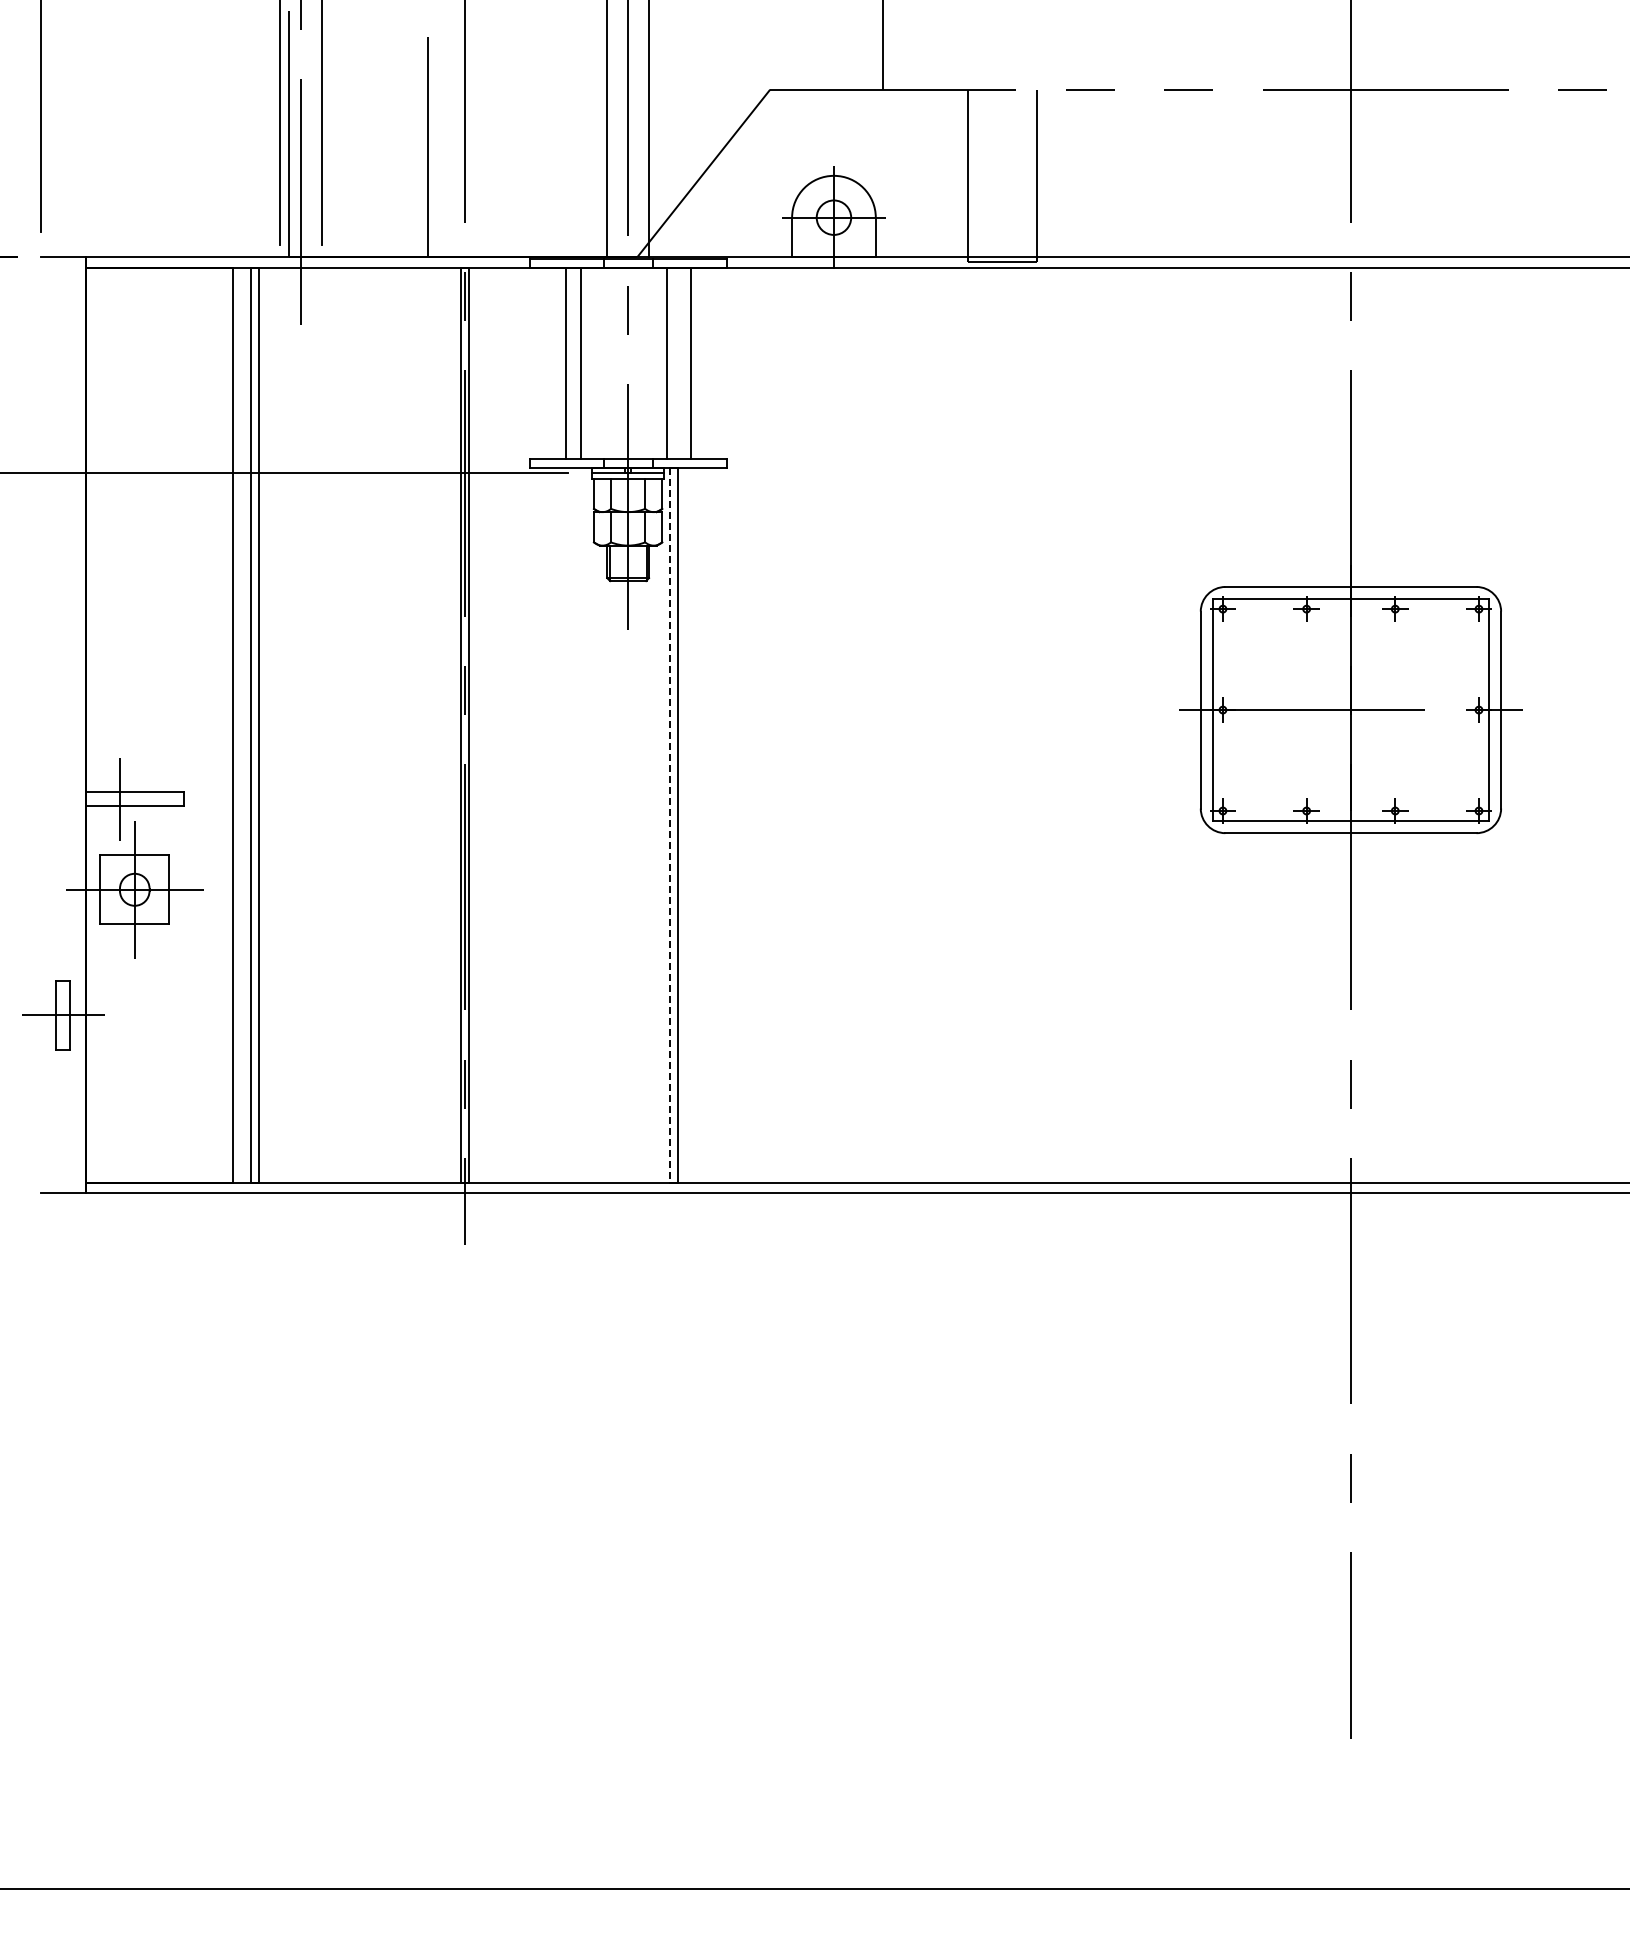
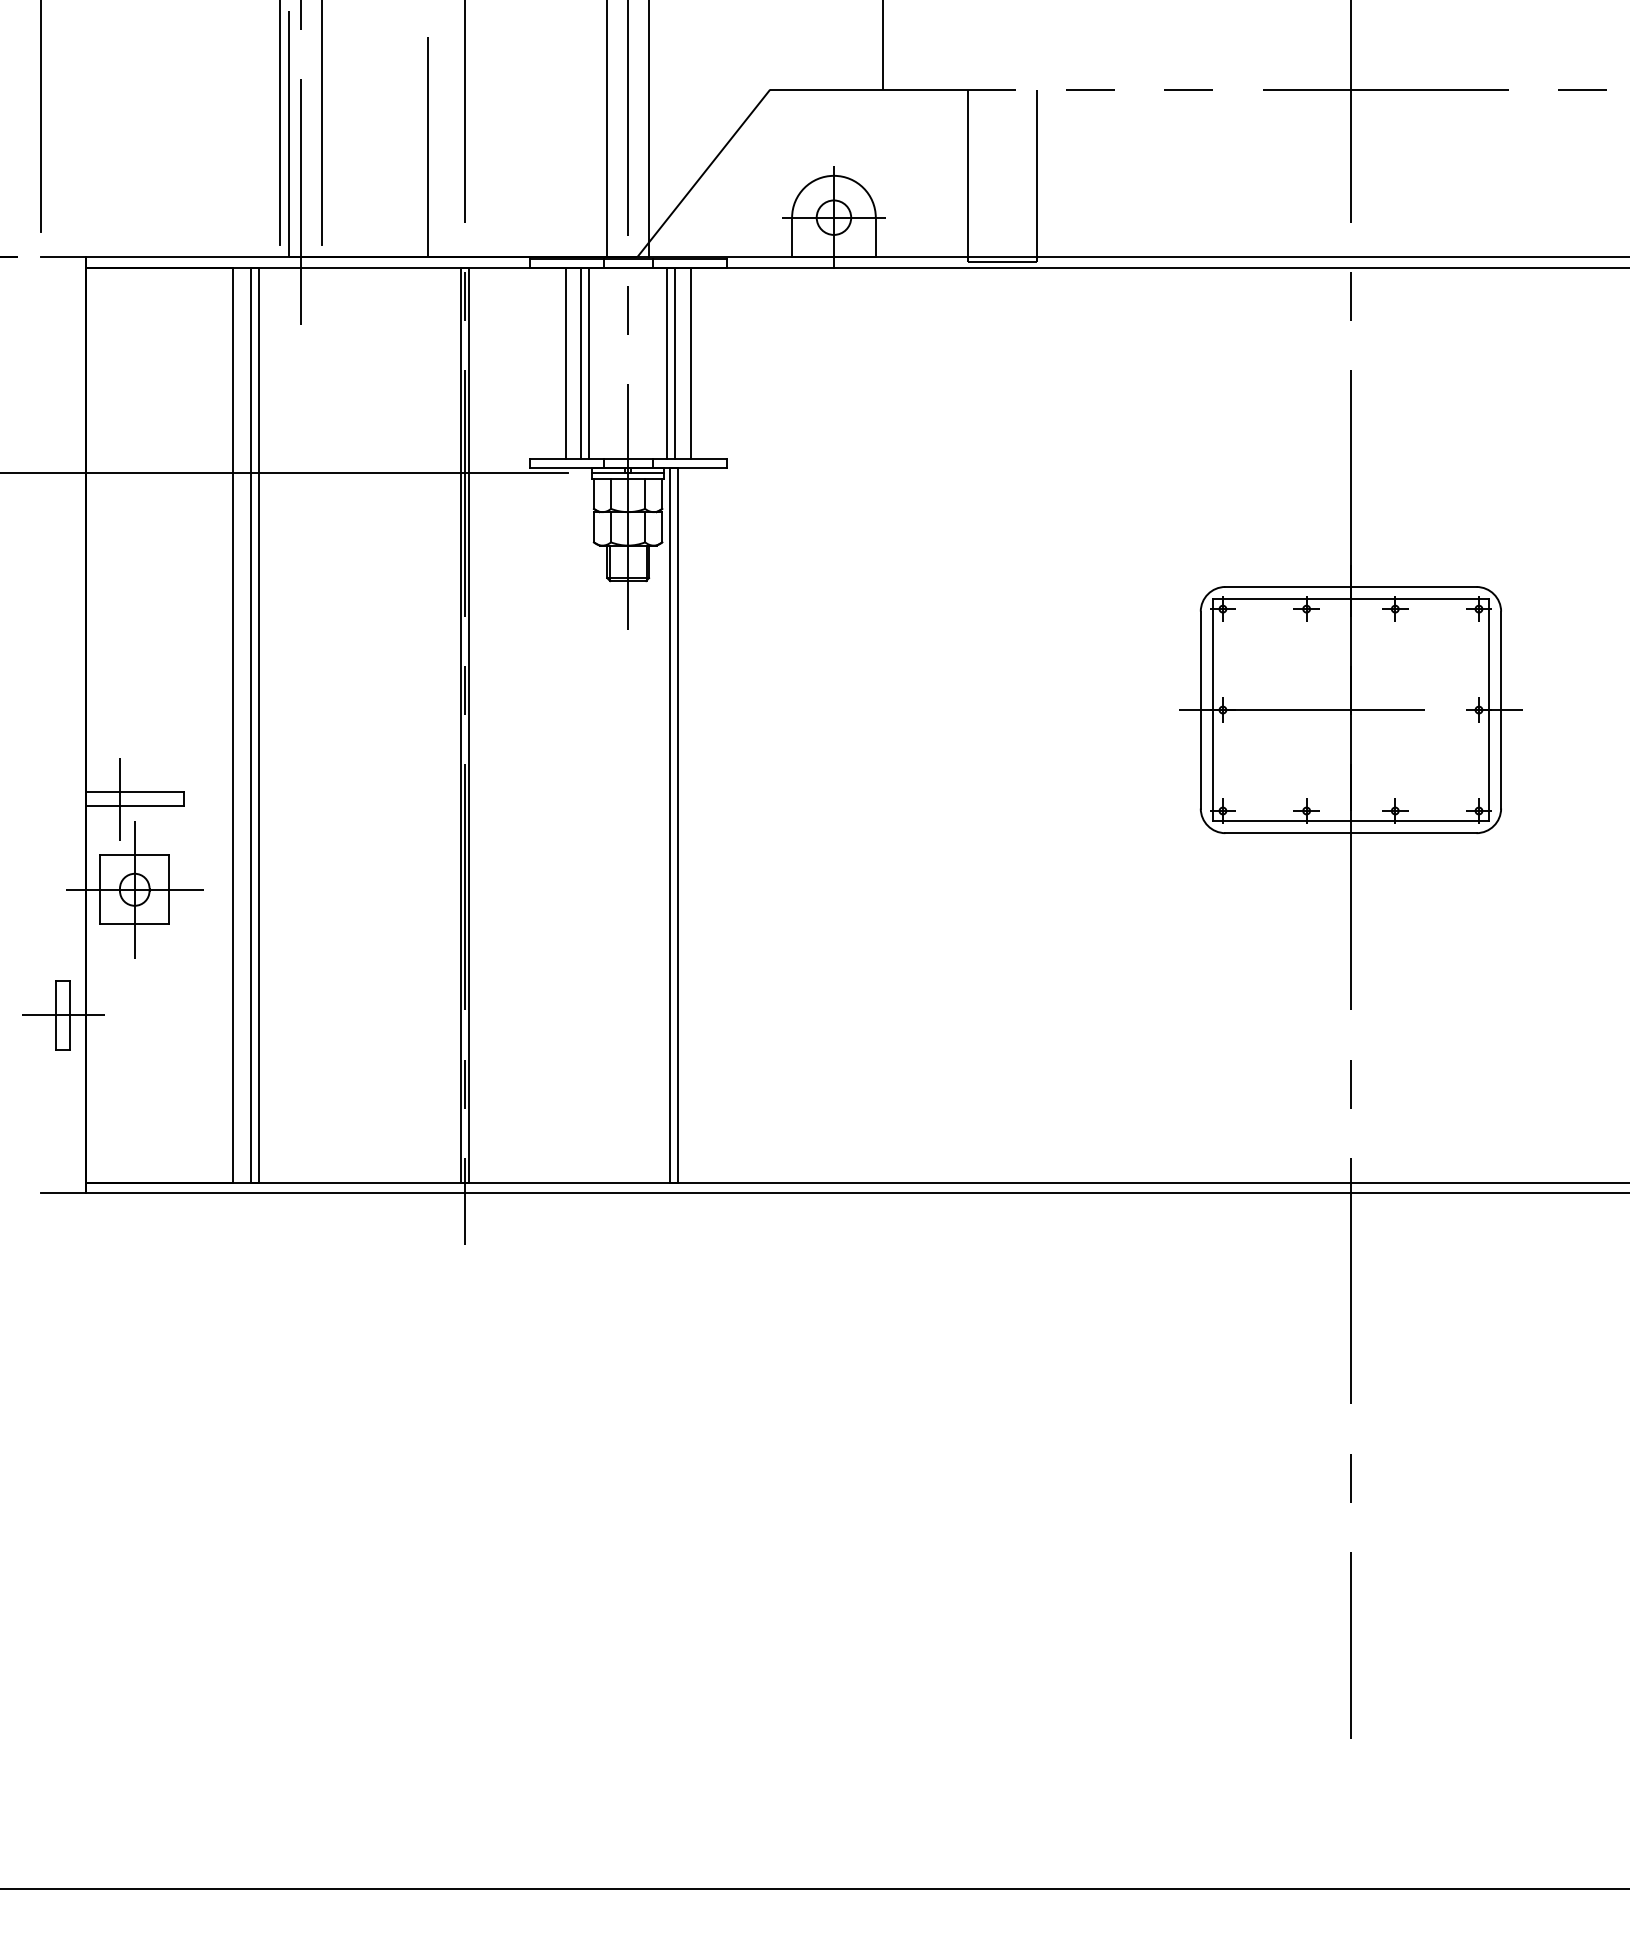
line at (589, 362): none -> present
line at (674, 362): none -> present
line at (670, 826): dashed -> solid
